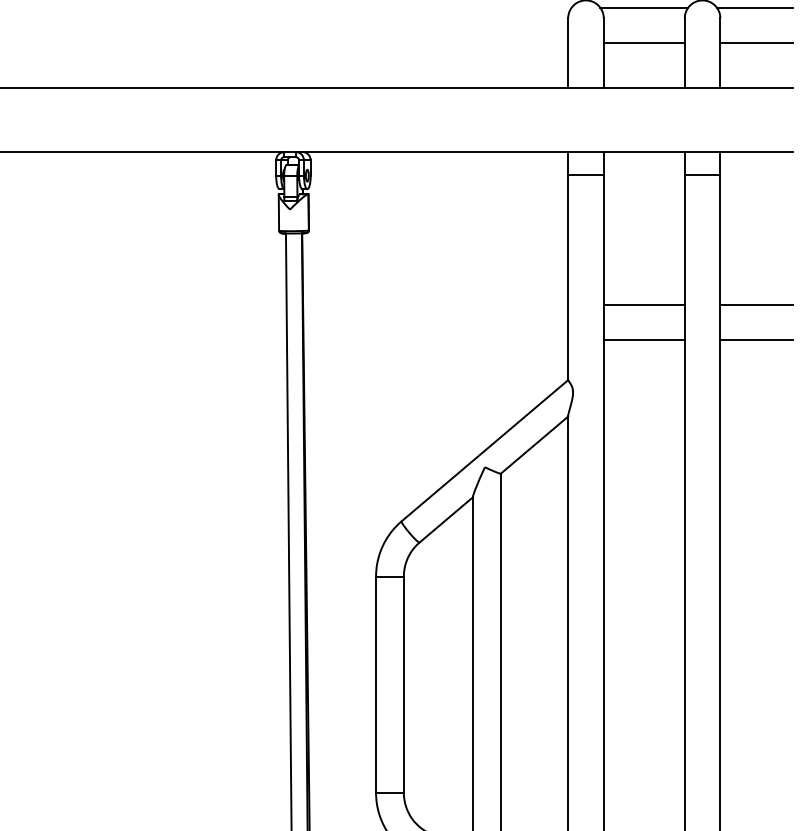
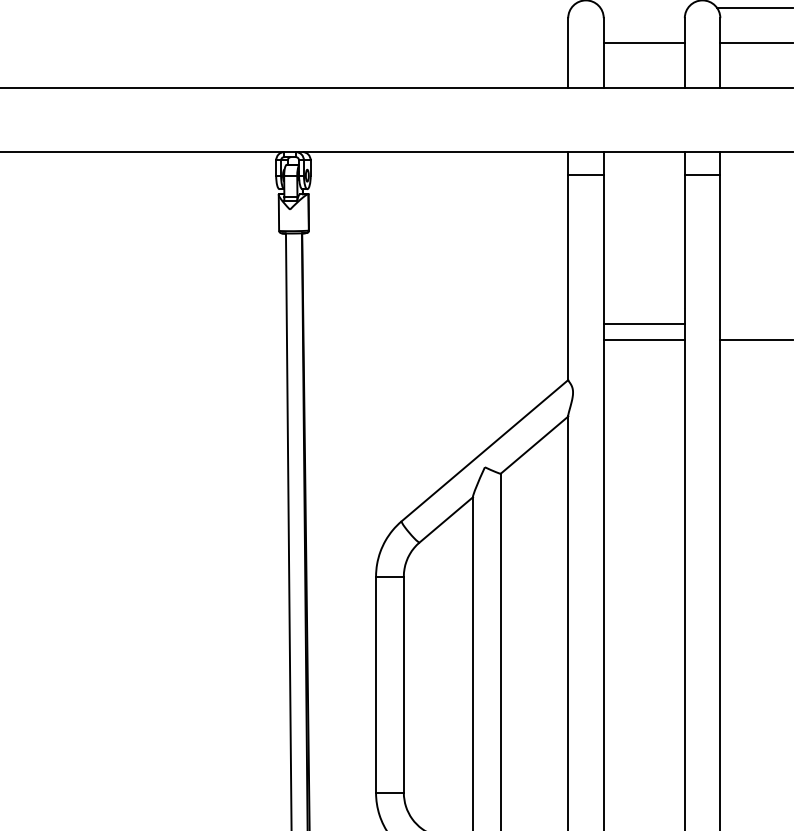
line at (644, 7): present -> none
line at (643, 304) position: (643, 304) -> (643, 323)
line at (756, 304): present -> none
